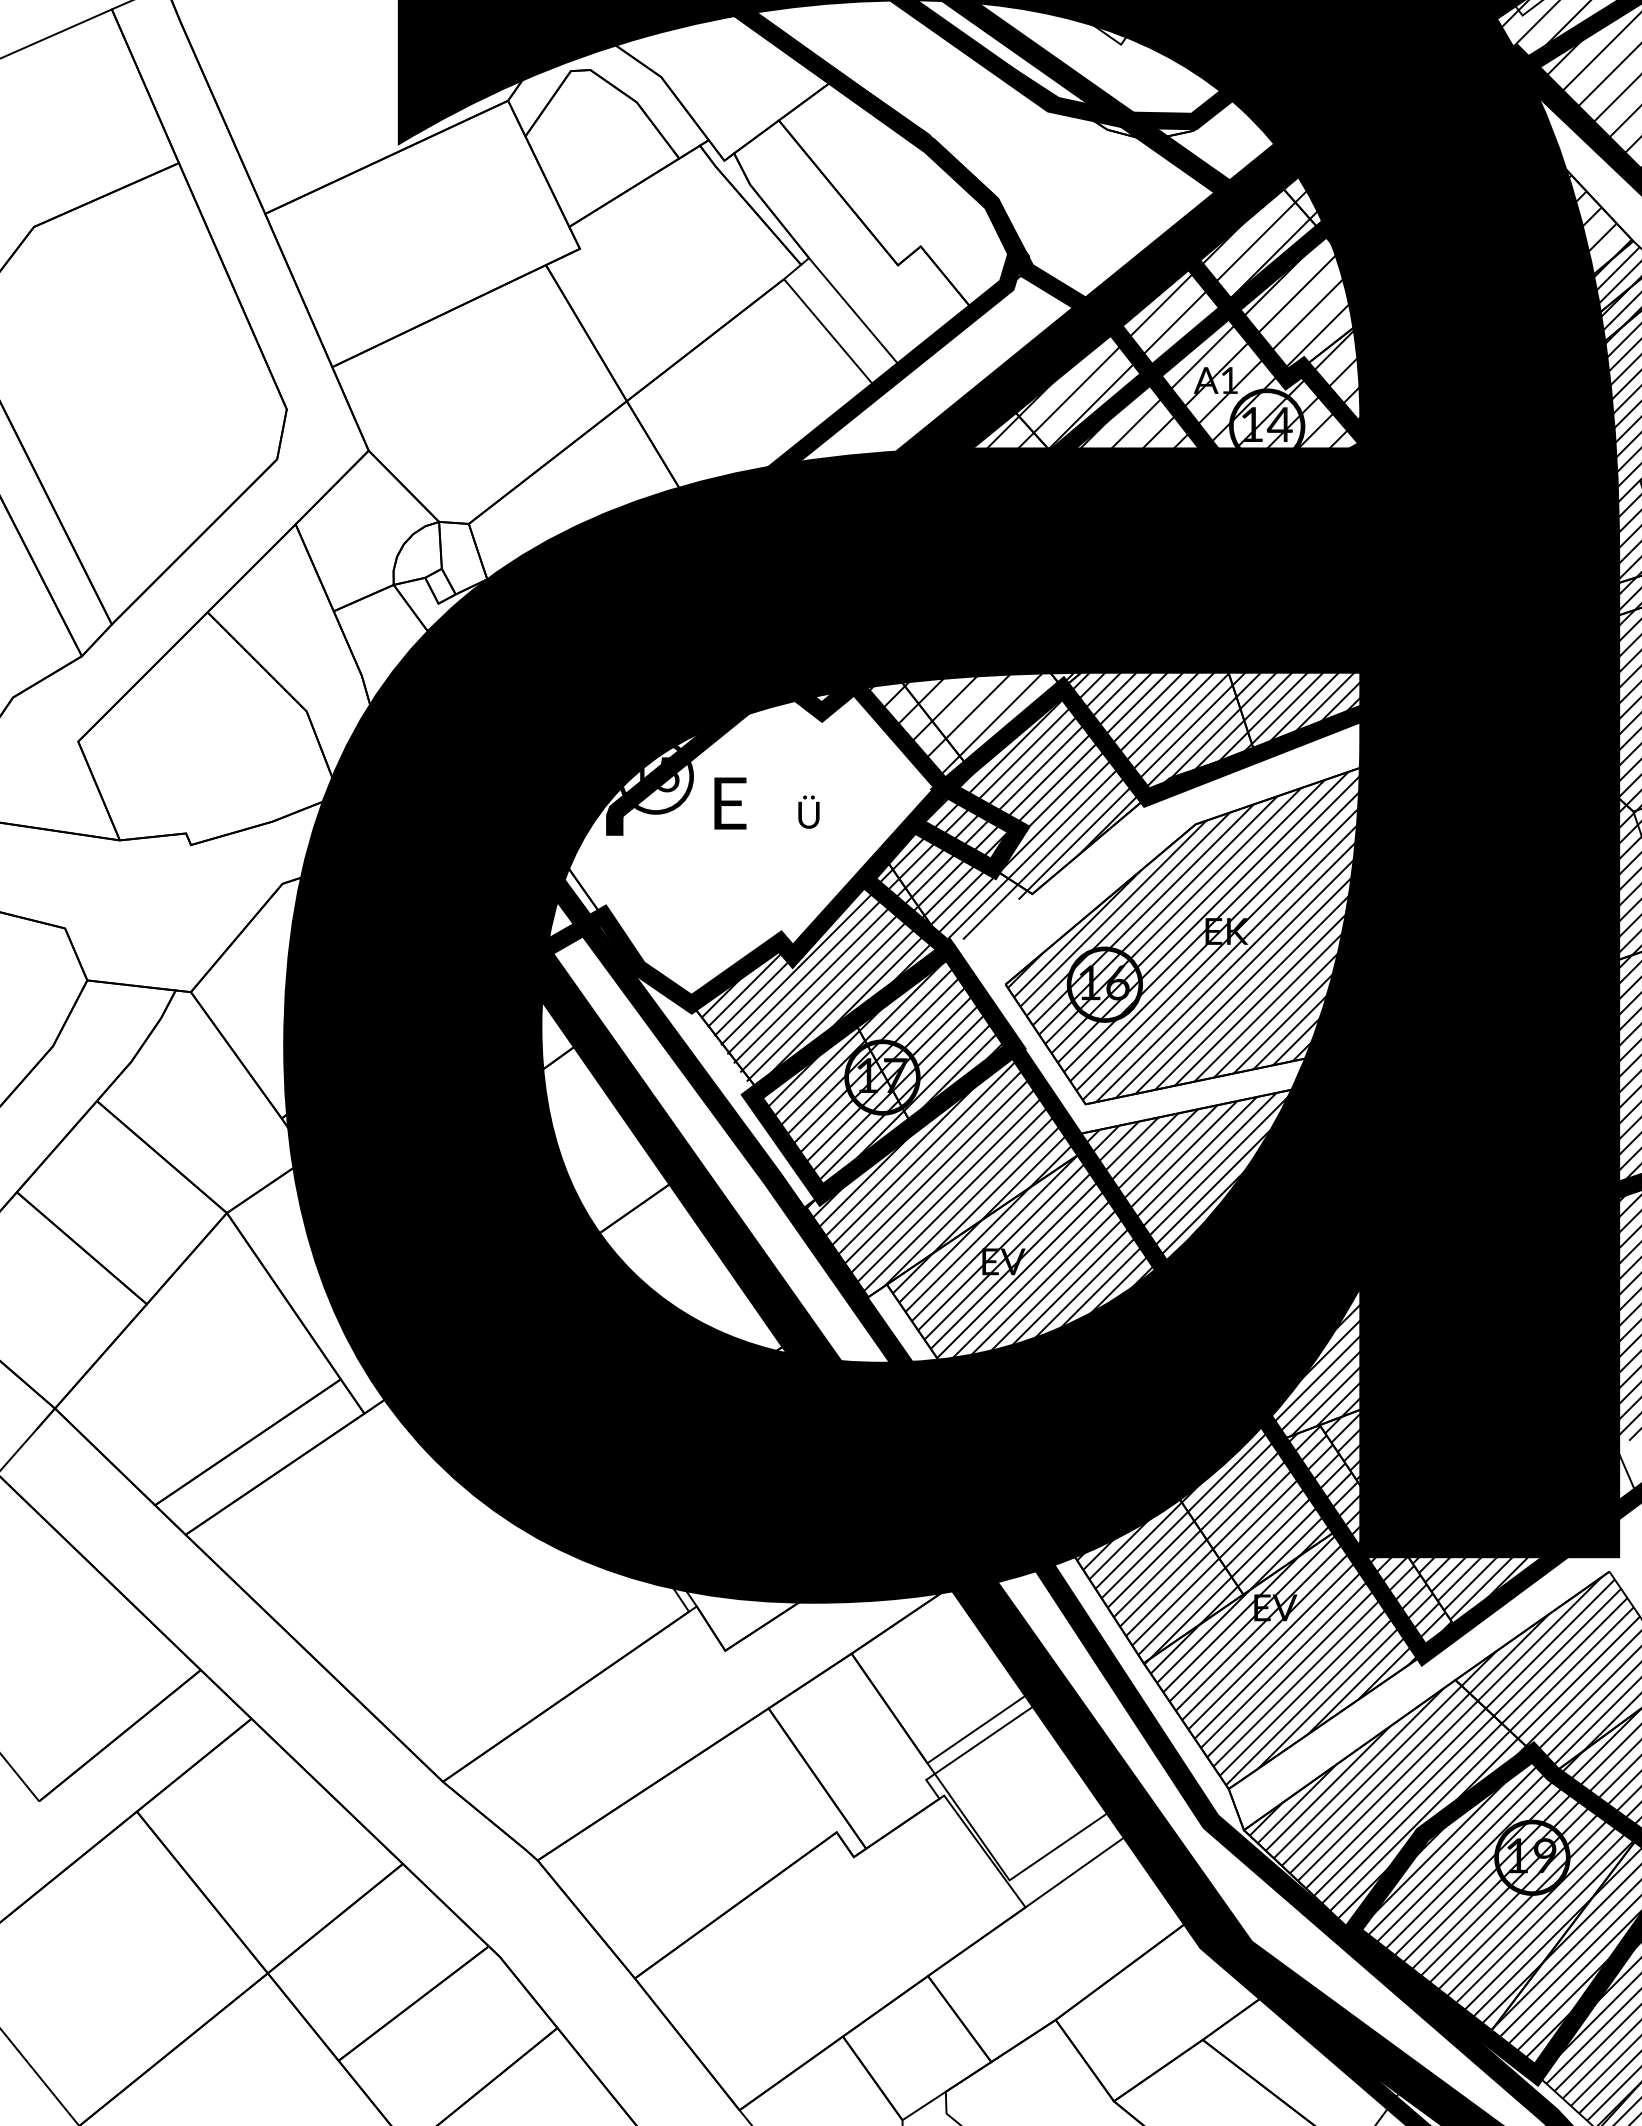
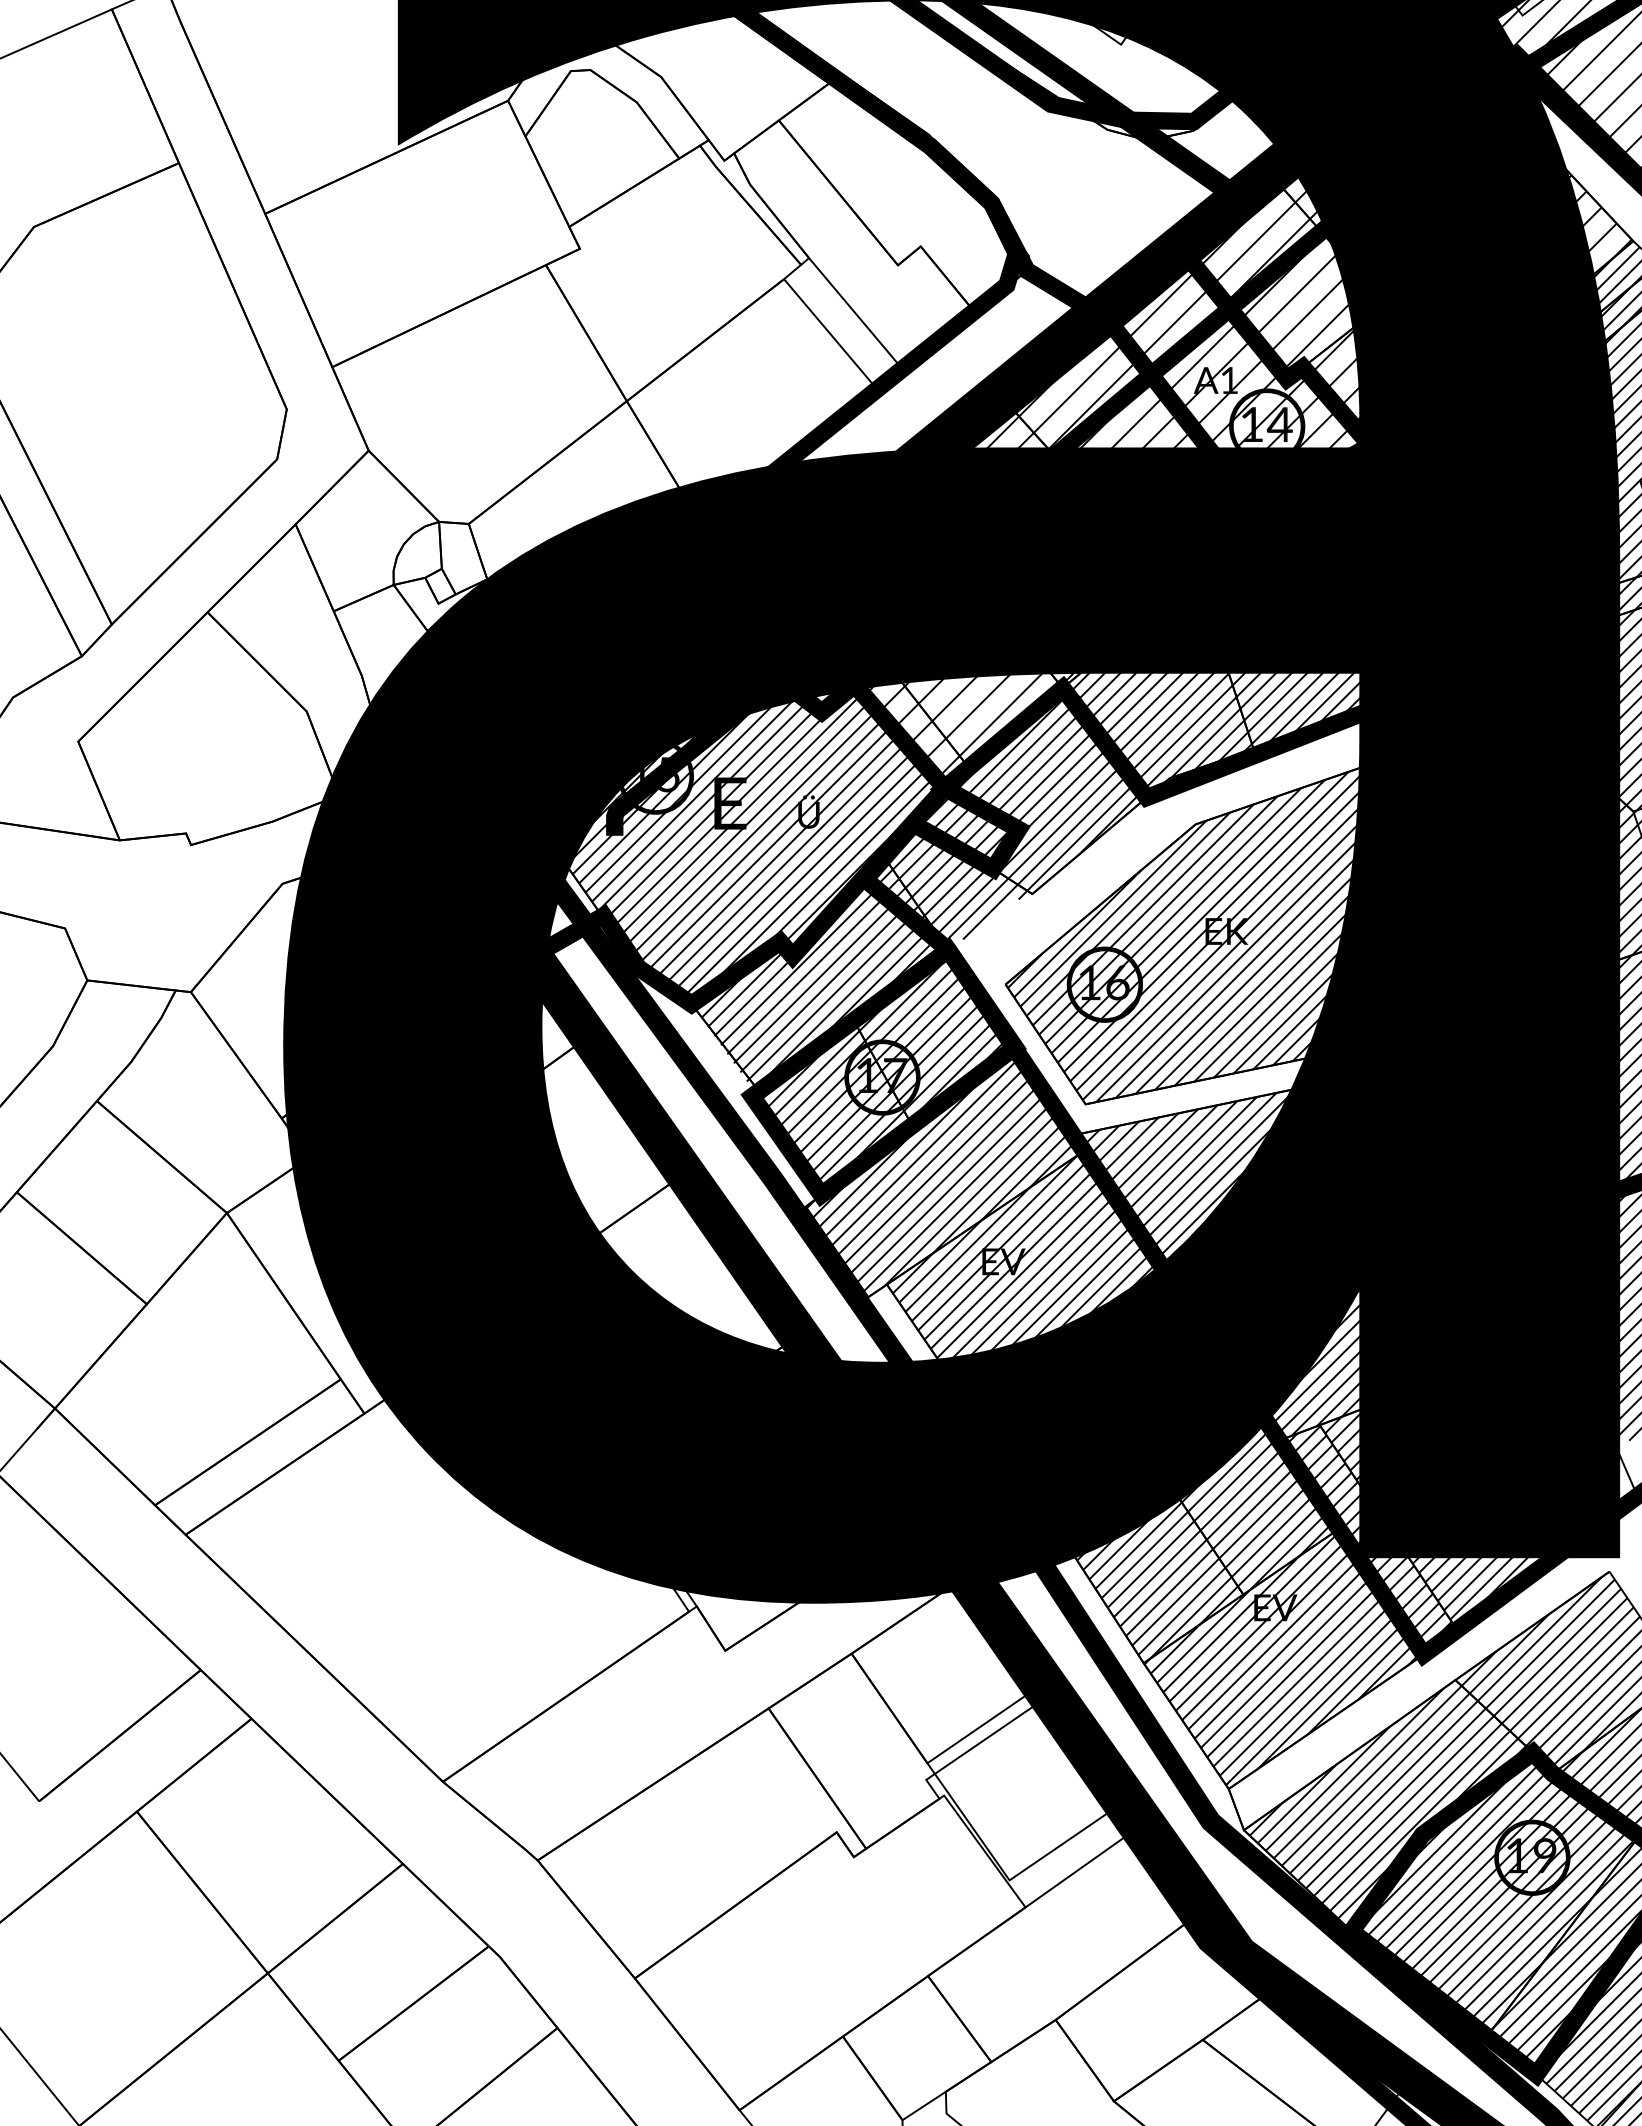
hatch at (732, 809): none -> present
